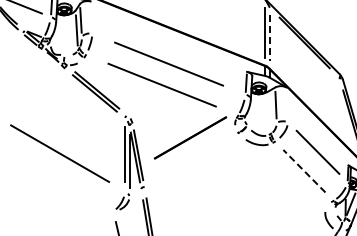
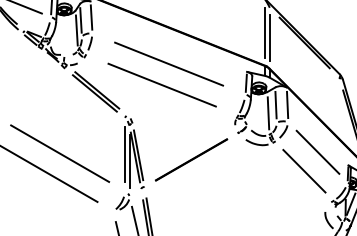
line at (91, 17): none -> present
line at (269, 38): dashed -> solid
line at (287, 104): none -> present
line at (268, 113): none -> present
line at (190, 137) position: (190, 137) -> (191, 159)
line at (304, 171): dashed -> solid
line at (49, 173): none -> present
line at (134, 219): none -> present
